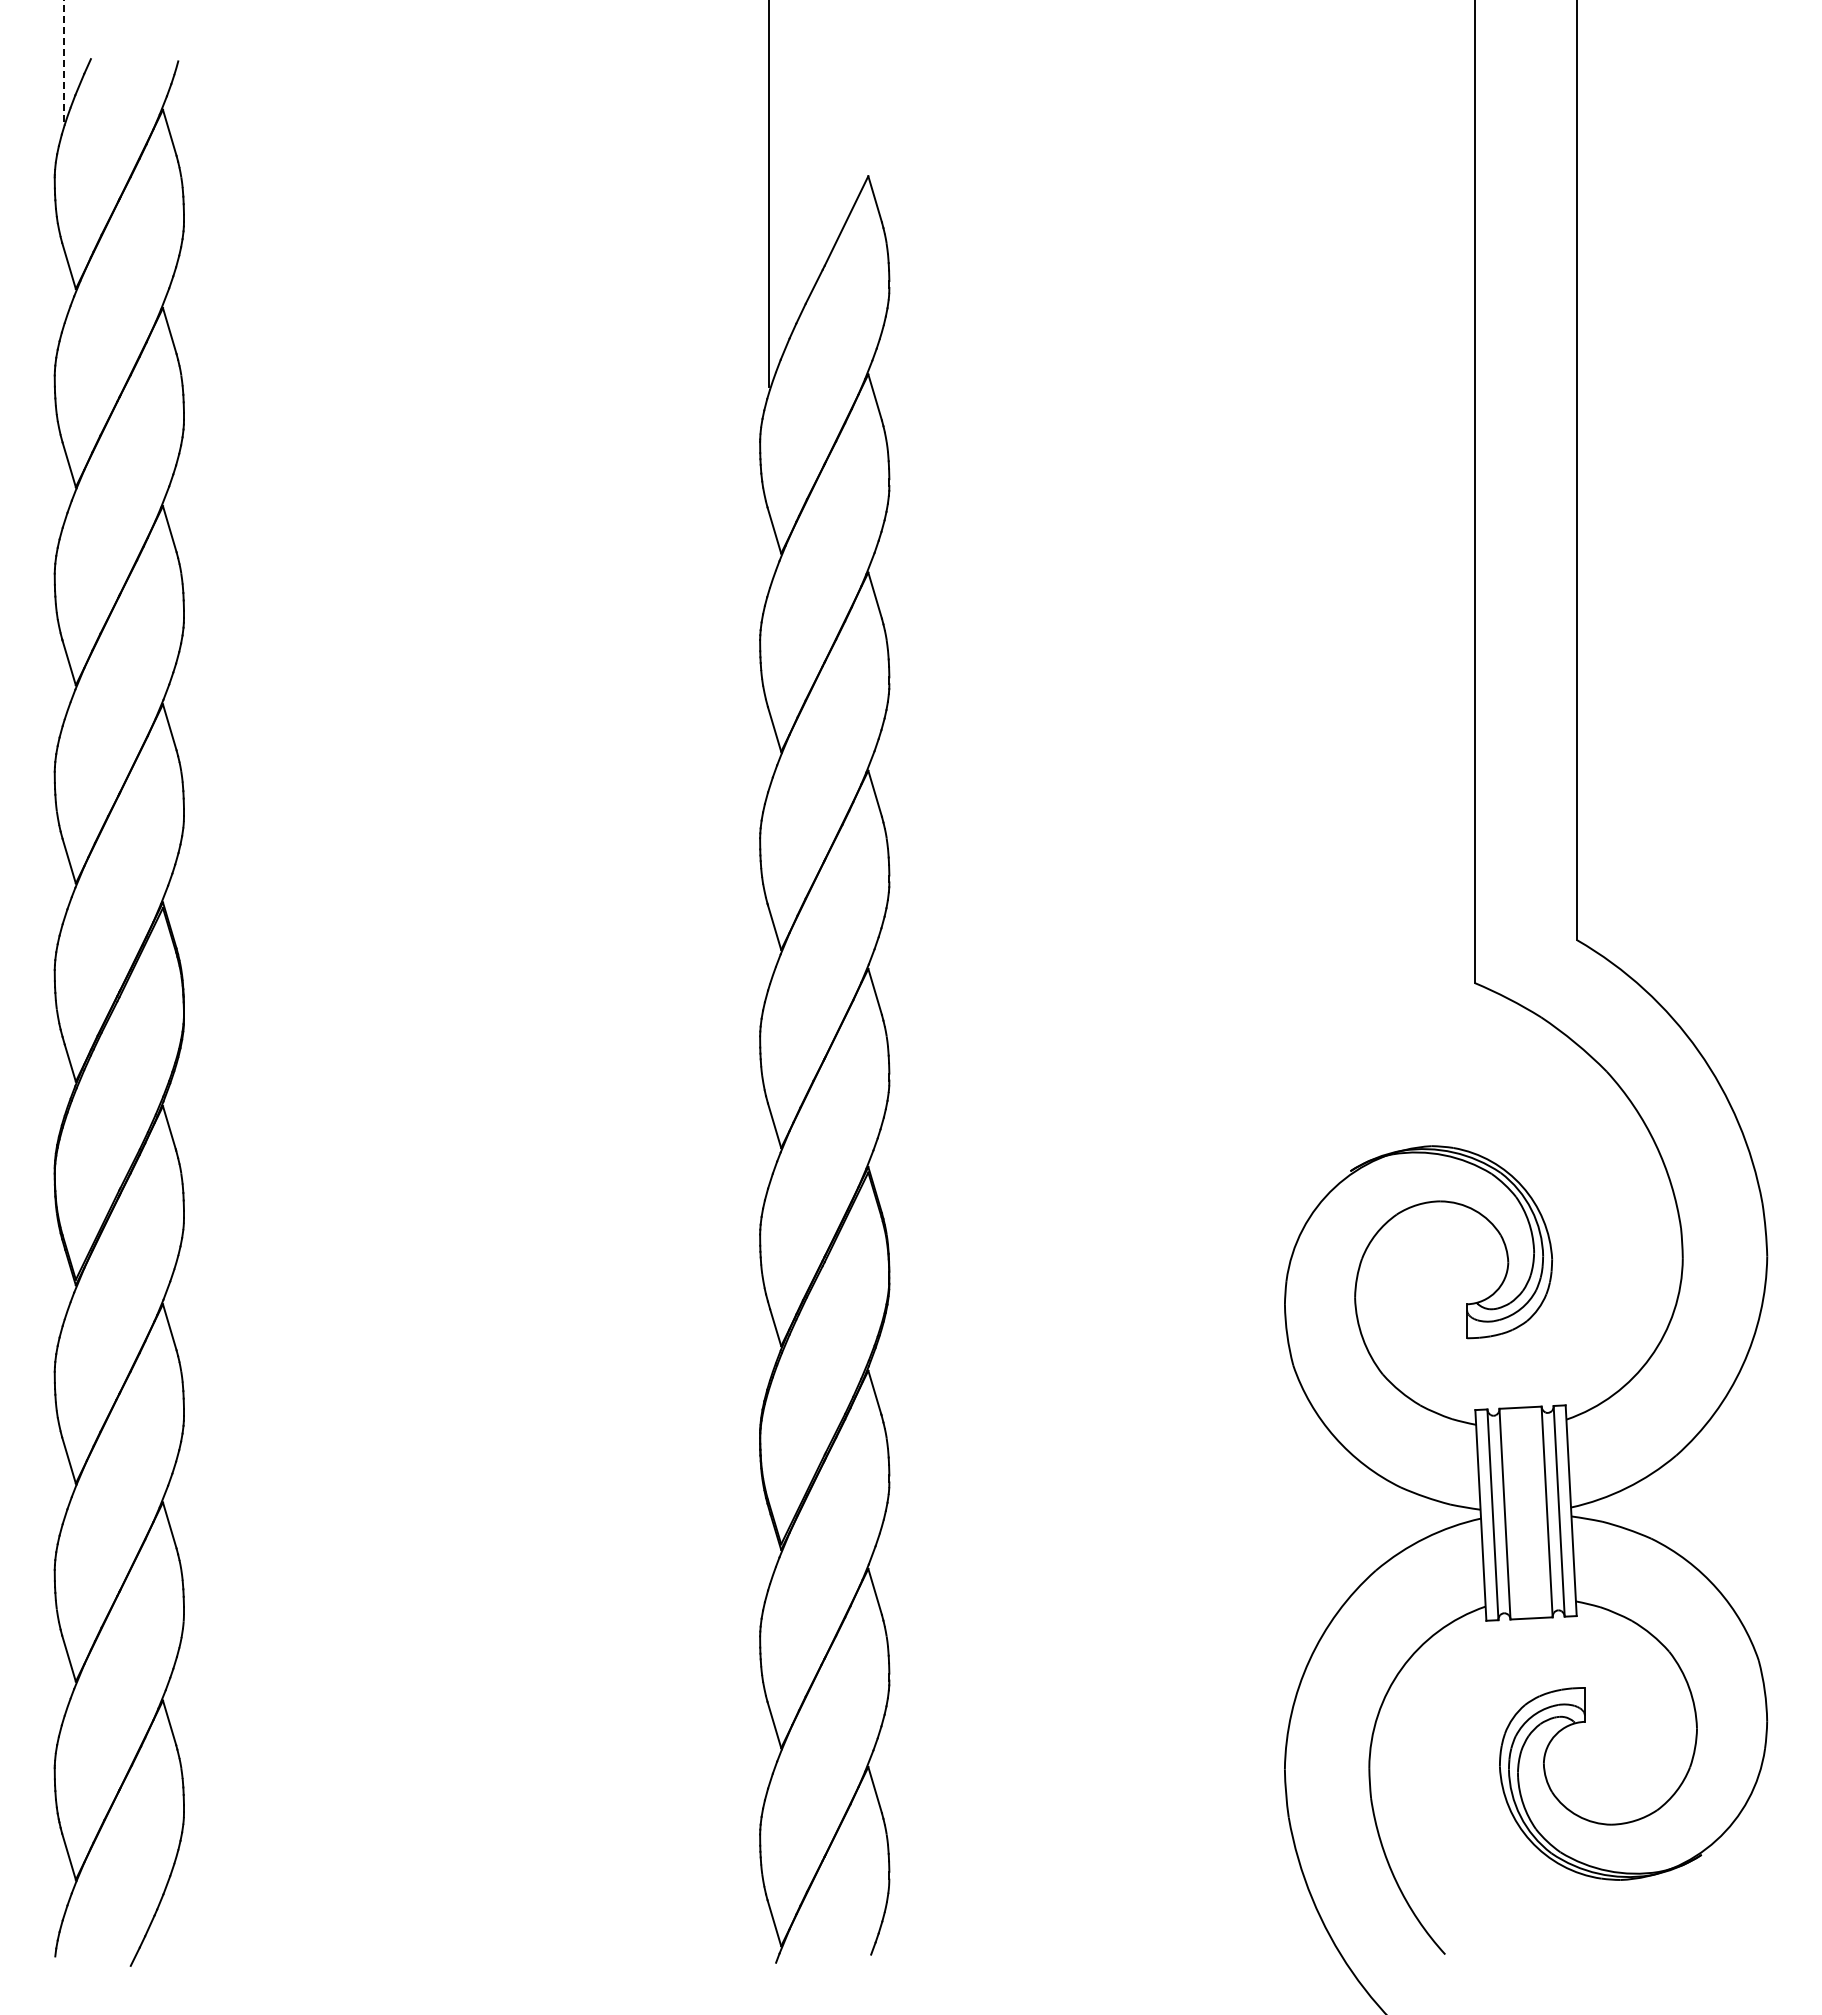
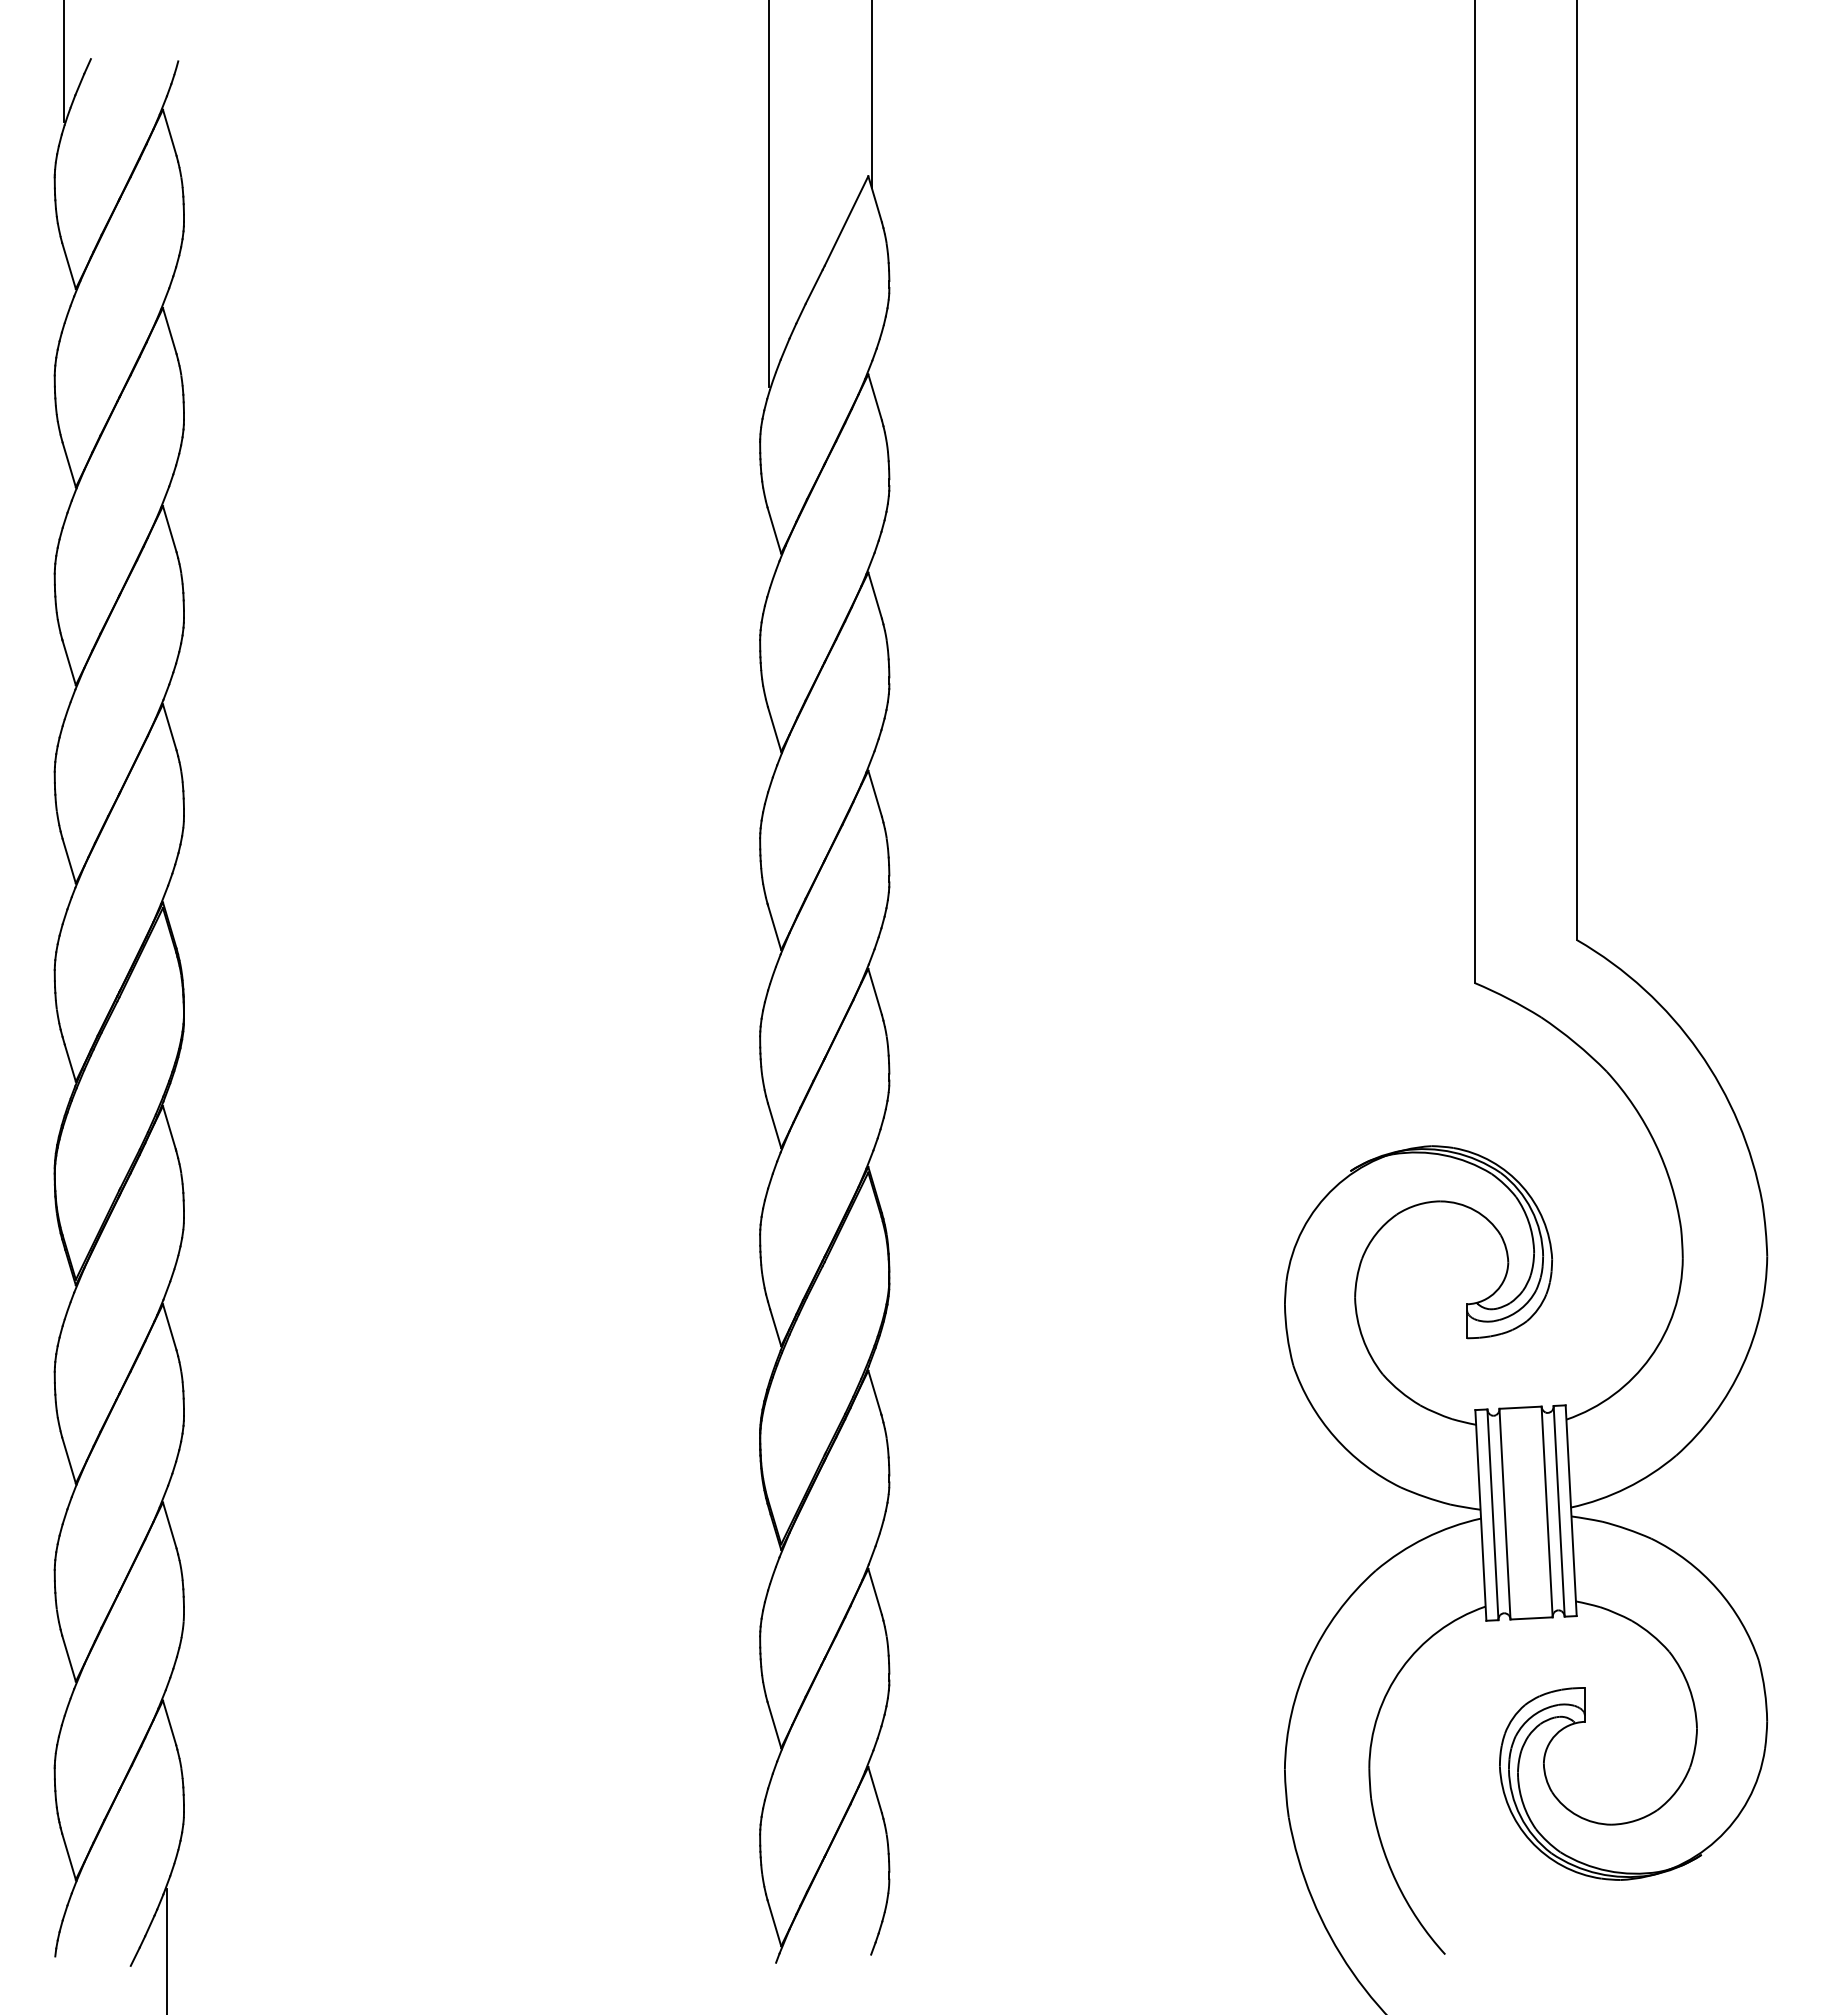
line at (64, 61): dashed -> solid
line at (871, 95): none -> present
line at (166, 1950): none -> present
